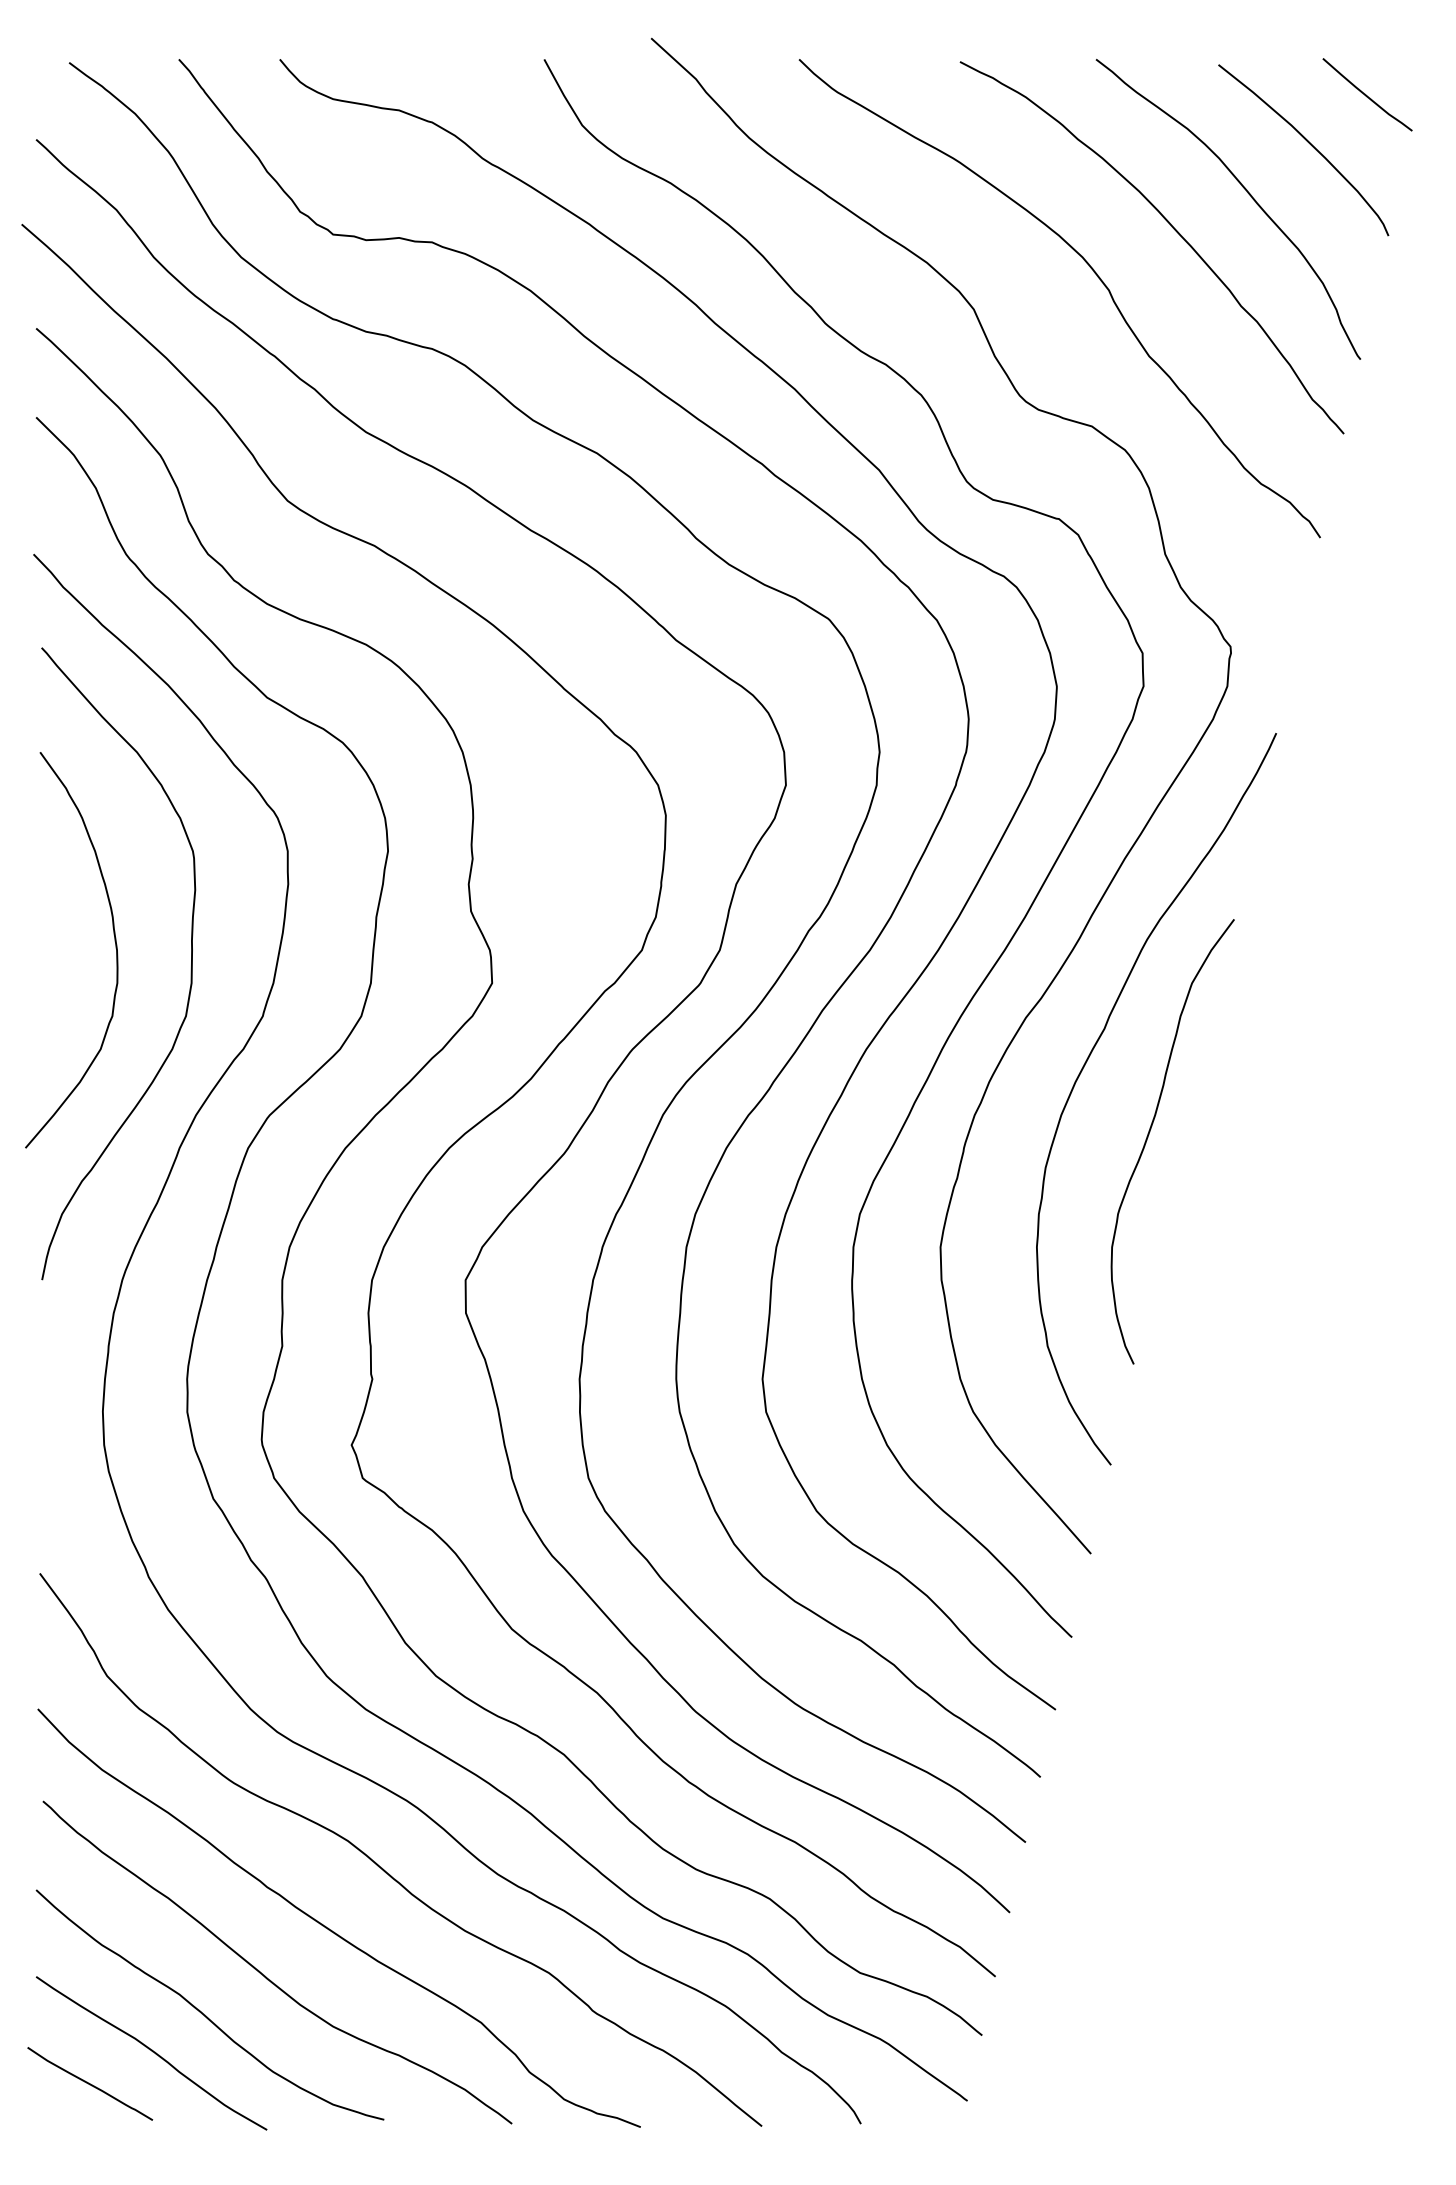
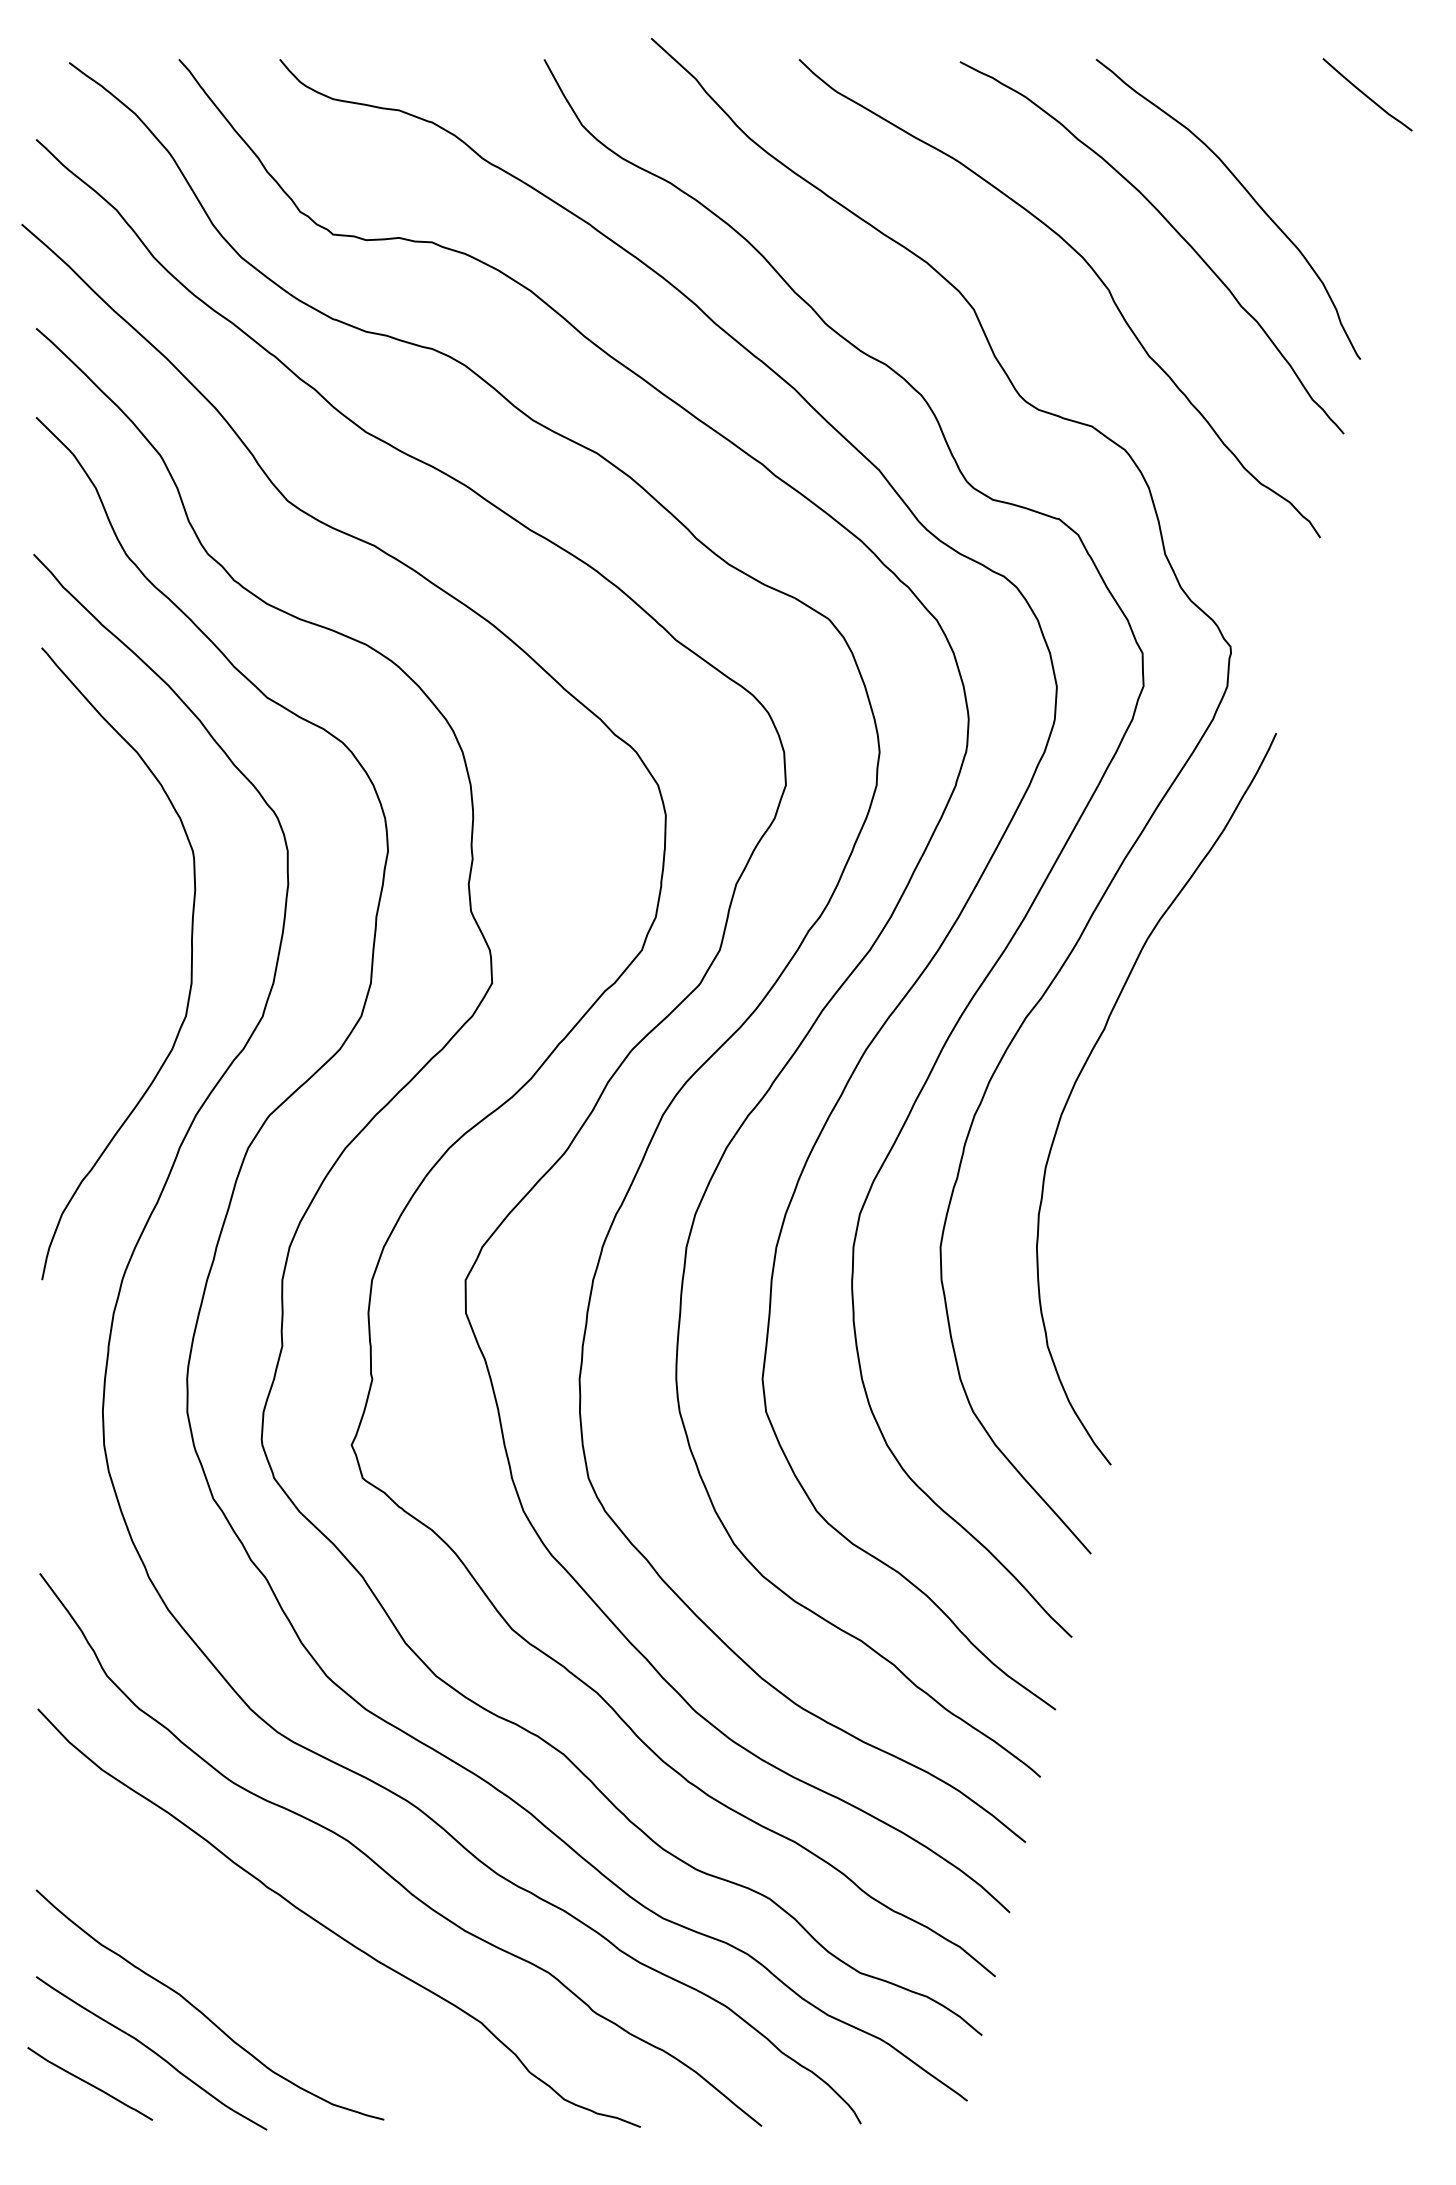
curve at (1309, 144): present -> none
curve at (114, 941): present -> none
curve at (1150, 1132): present -> none
curve at (265, 1975): present -> none
